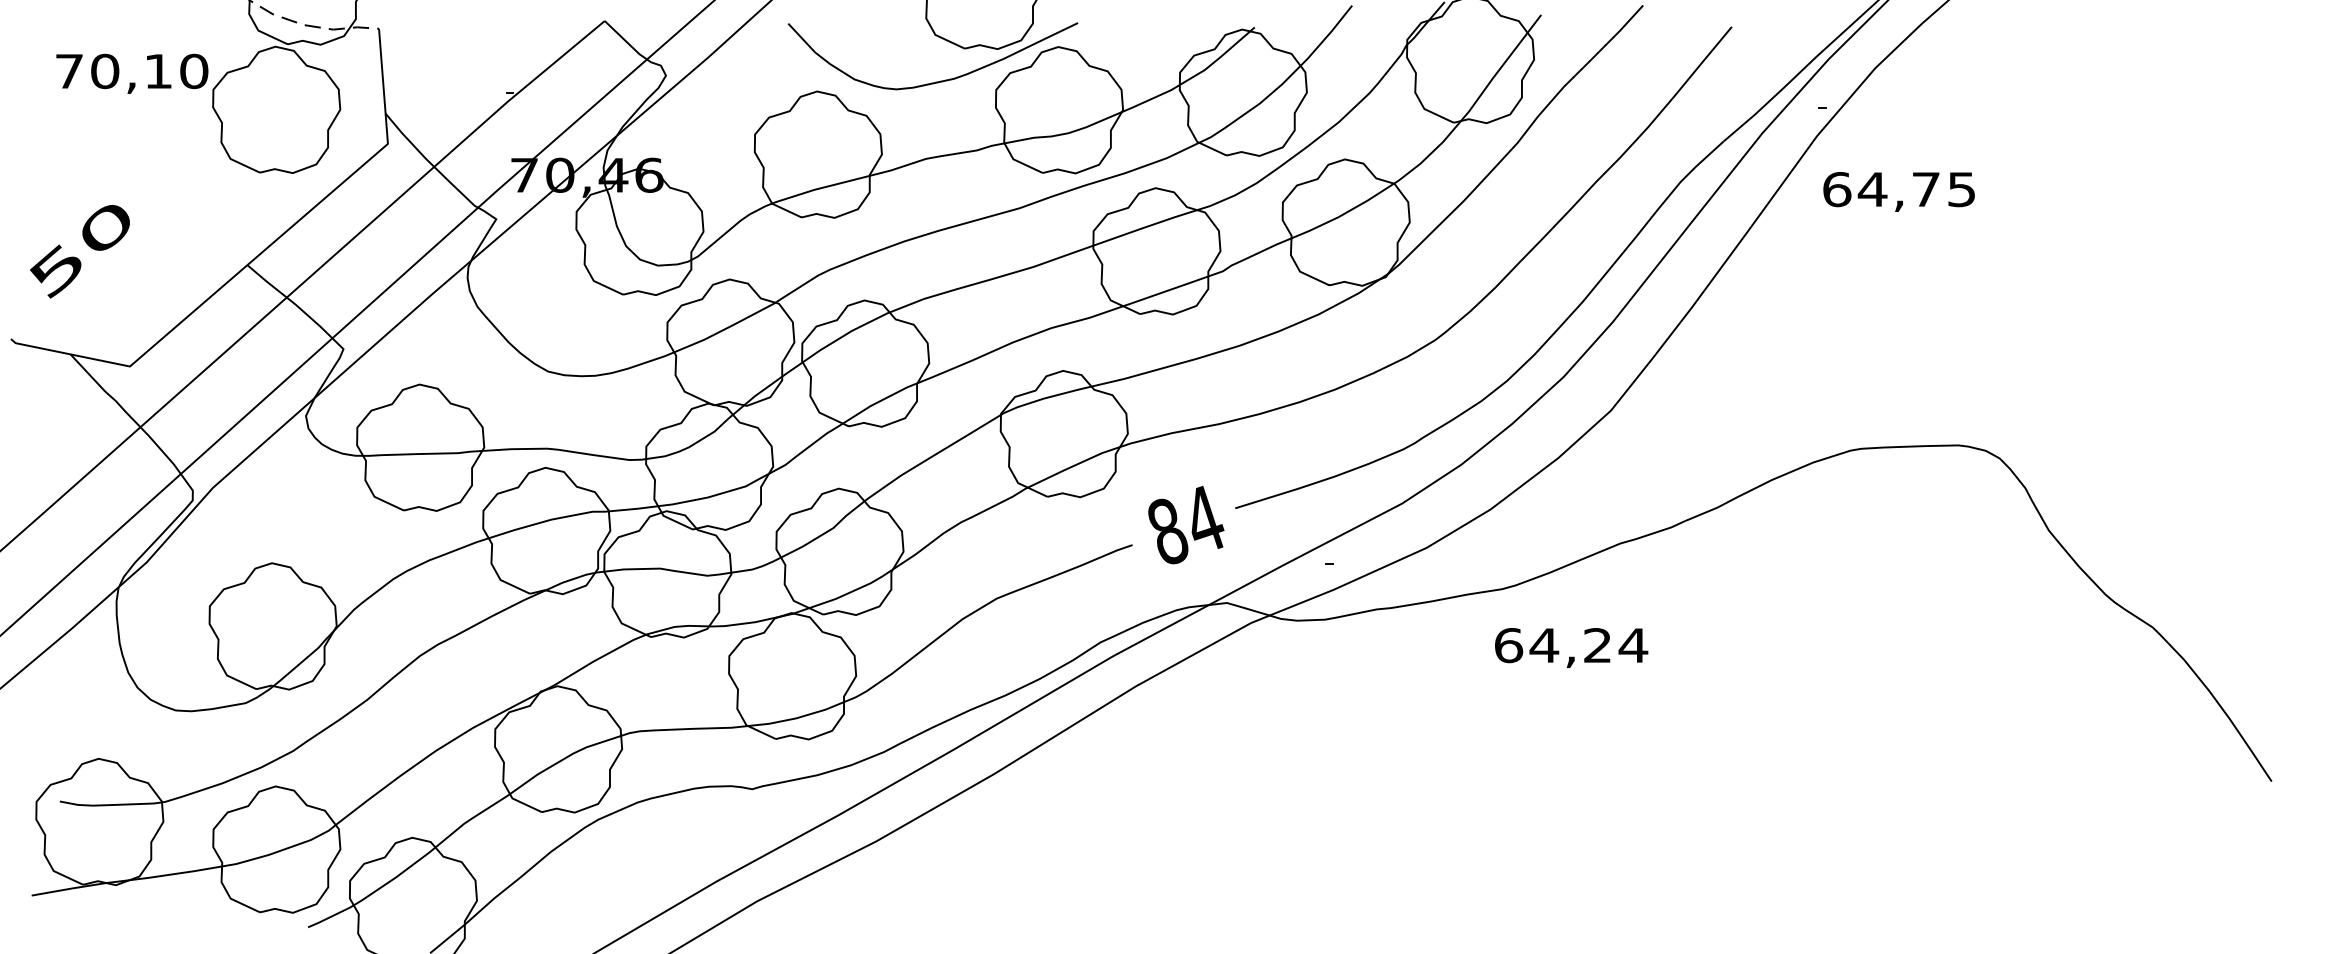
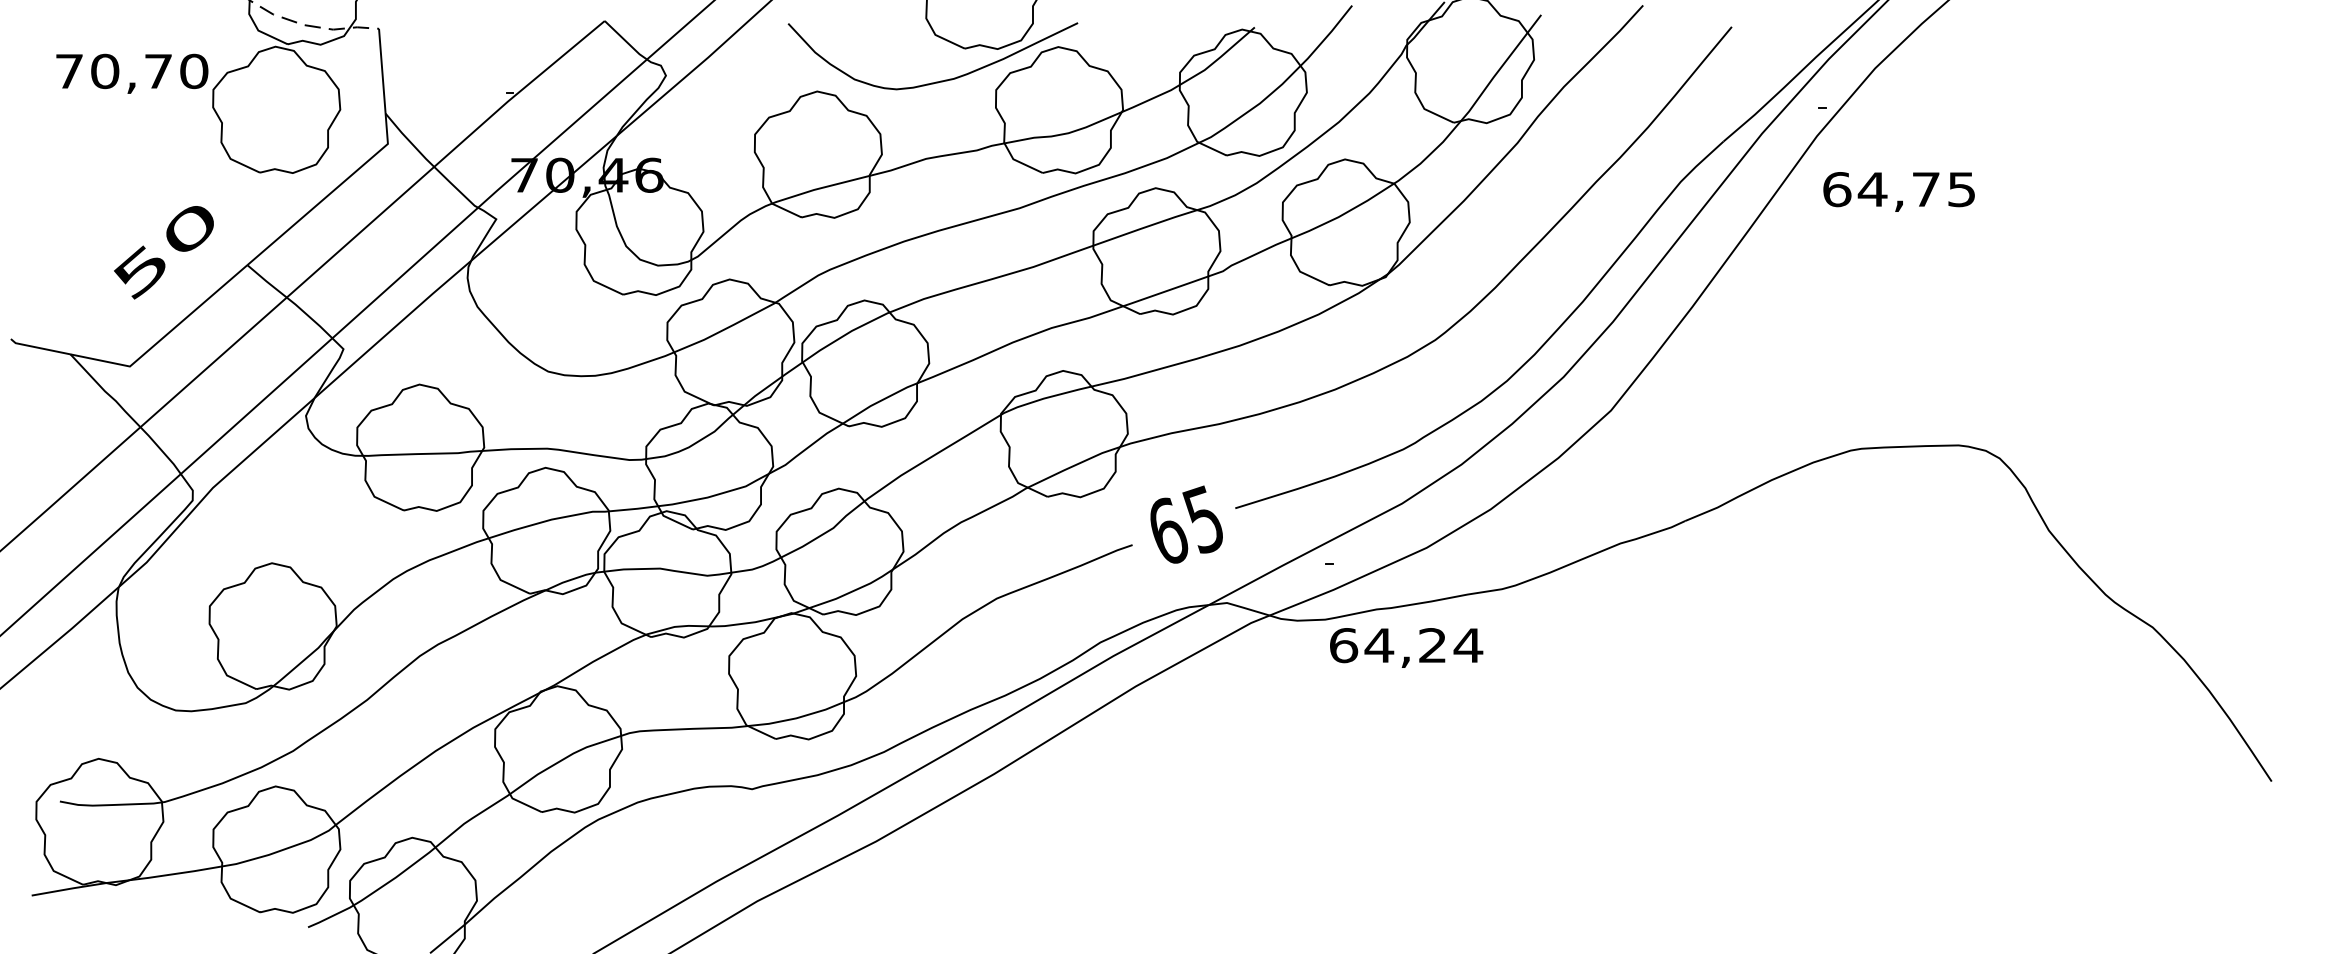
text at (158, 71): 70,10 -> 70,70
text at (79, 251) position: (79, 251) -> (163, 252)
text at (1186, 524): 84 -> 65
text at (1571, 647) position: (1571, 647) -> (1406, 647)
